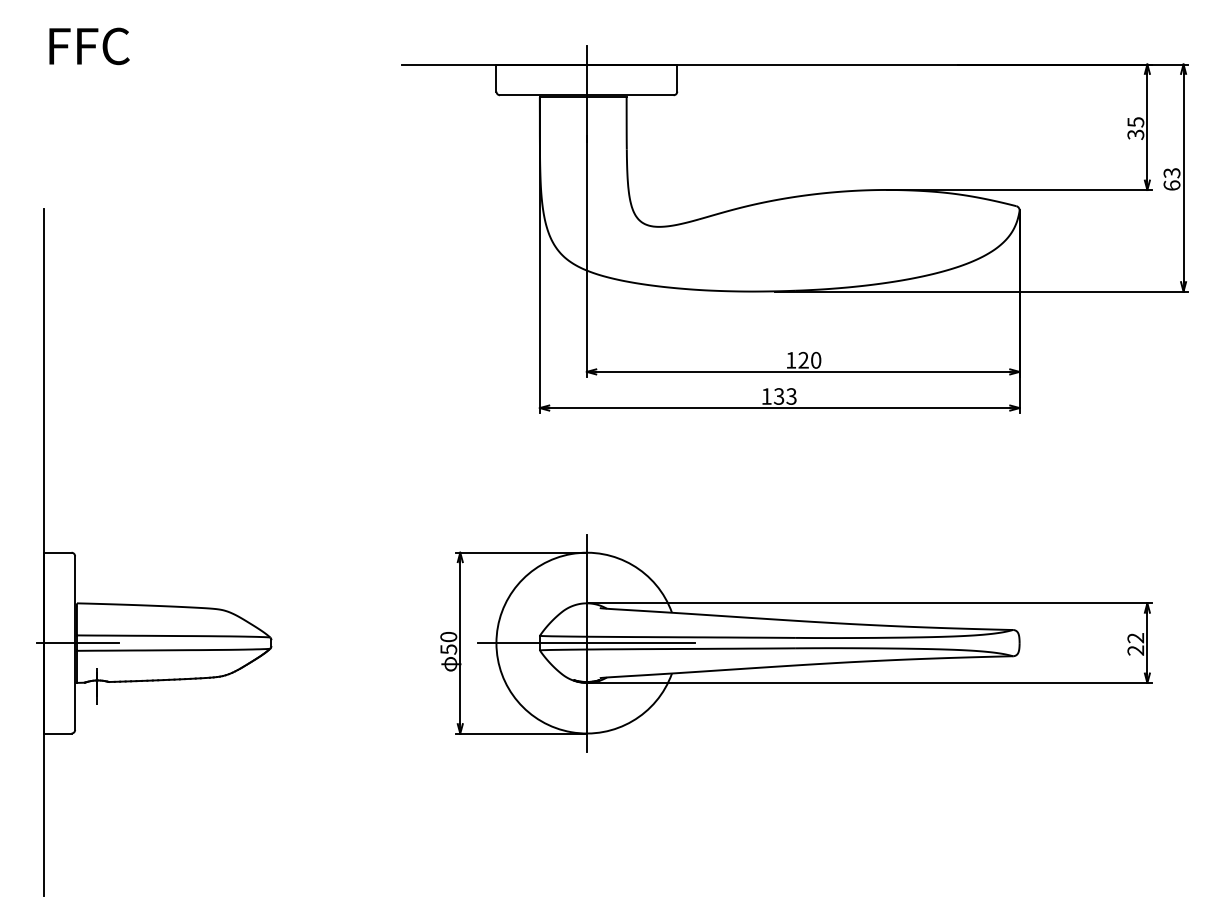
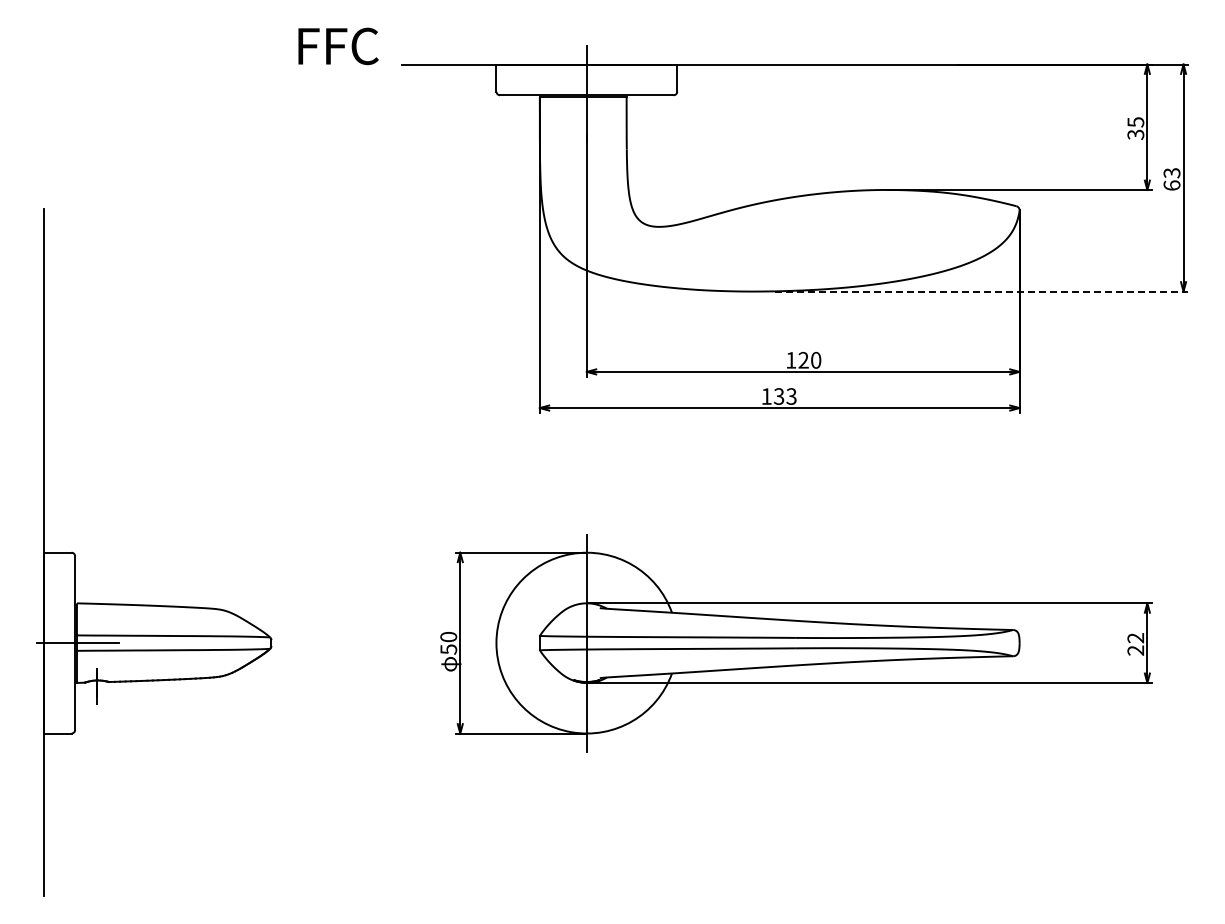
text at (89, 46) position: (89, 46) -> (338, 46)
line at (982, 291): solid -> dashed
line at (586, 643): present -> none
